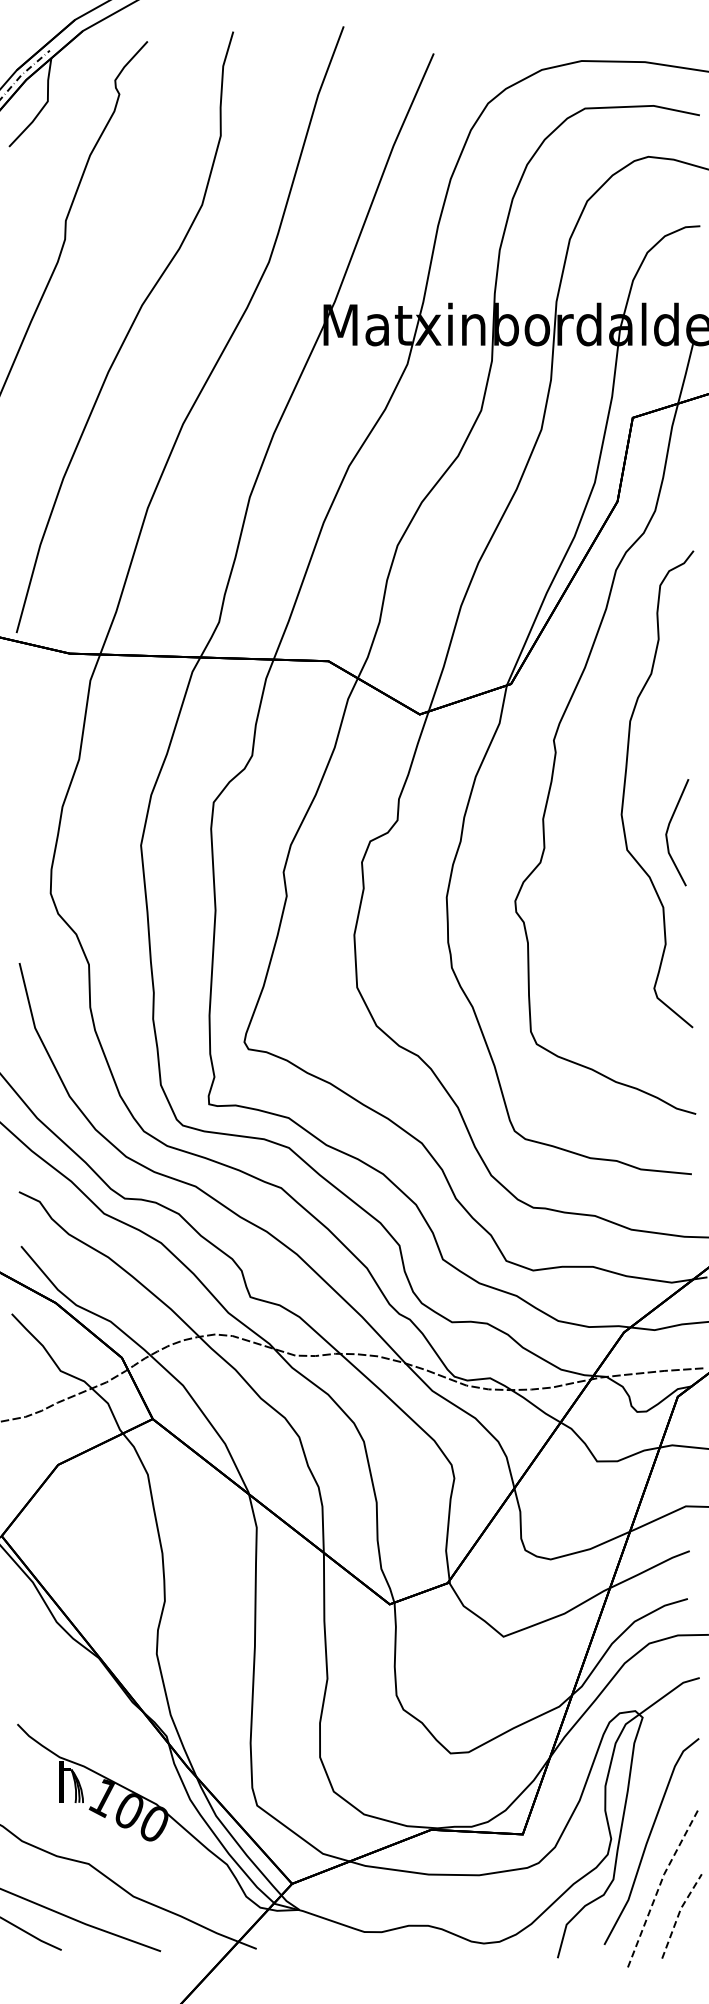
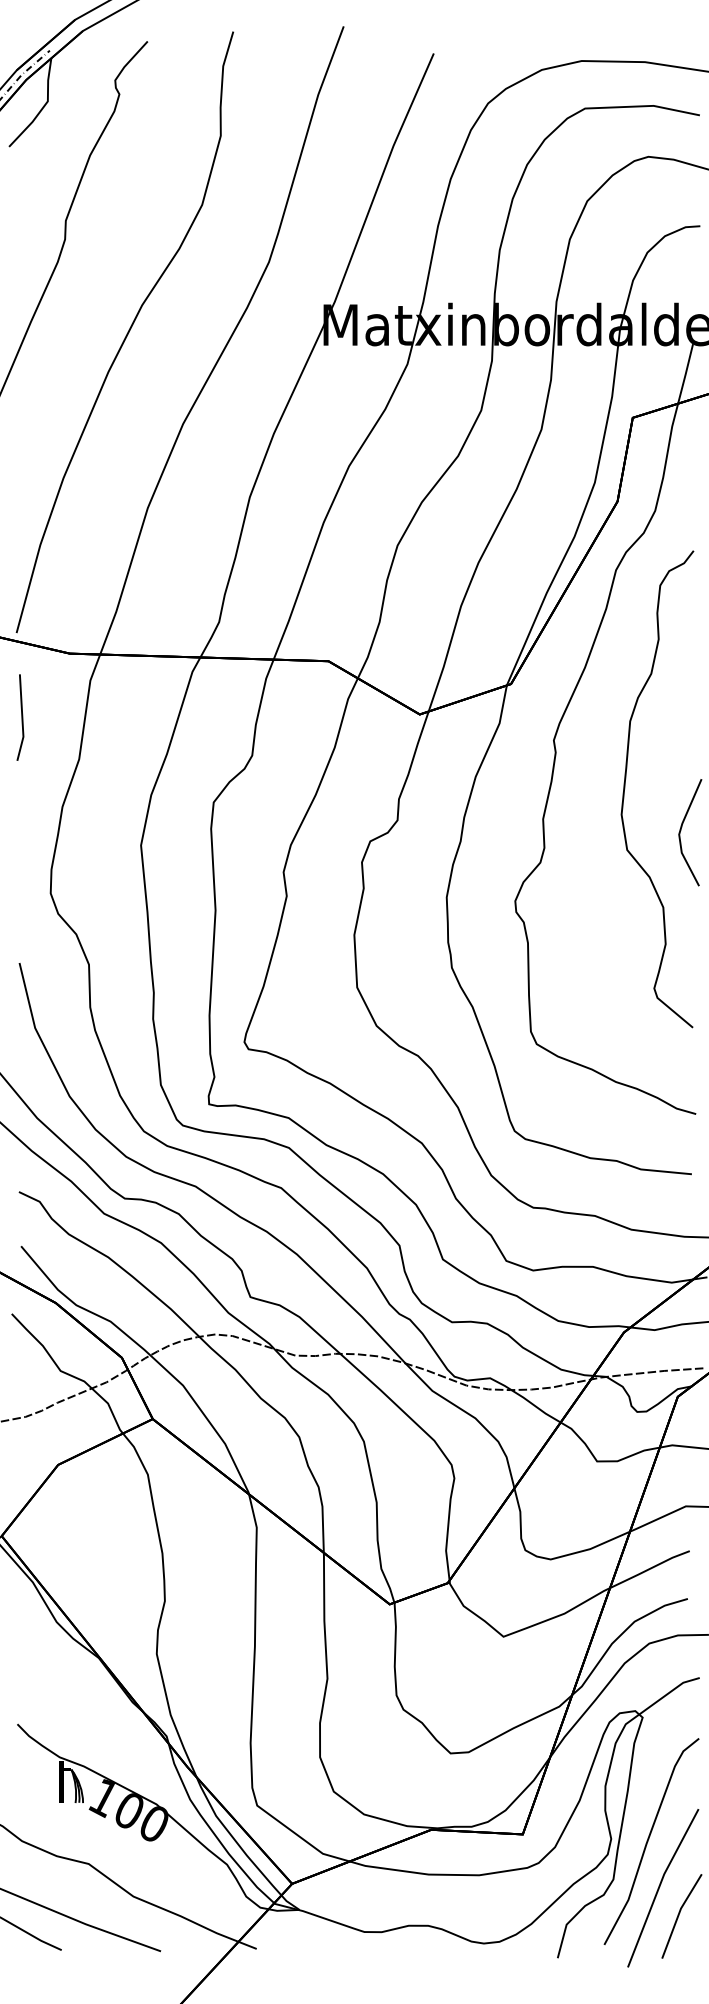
line at (21, 717): none -> present
line at (668, 830) position: (668, 830) -> (681, 830)
line at (659, 1886): dashed -> solid
line at (678, 1914): dashed -> solid
